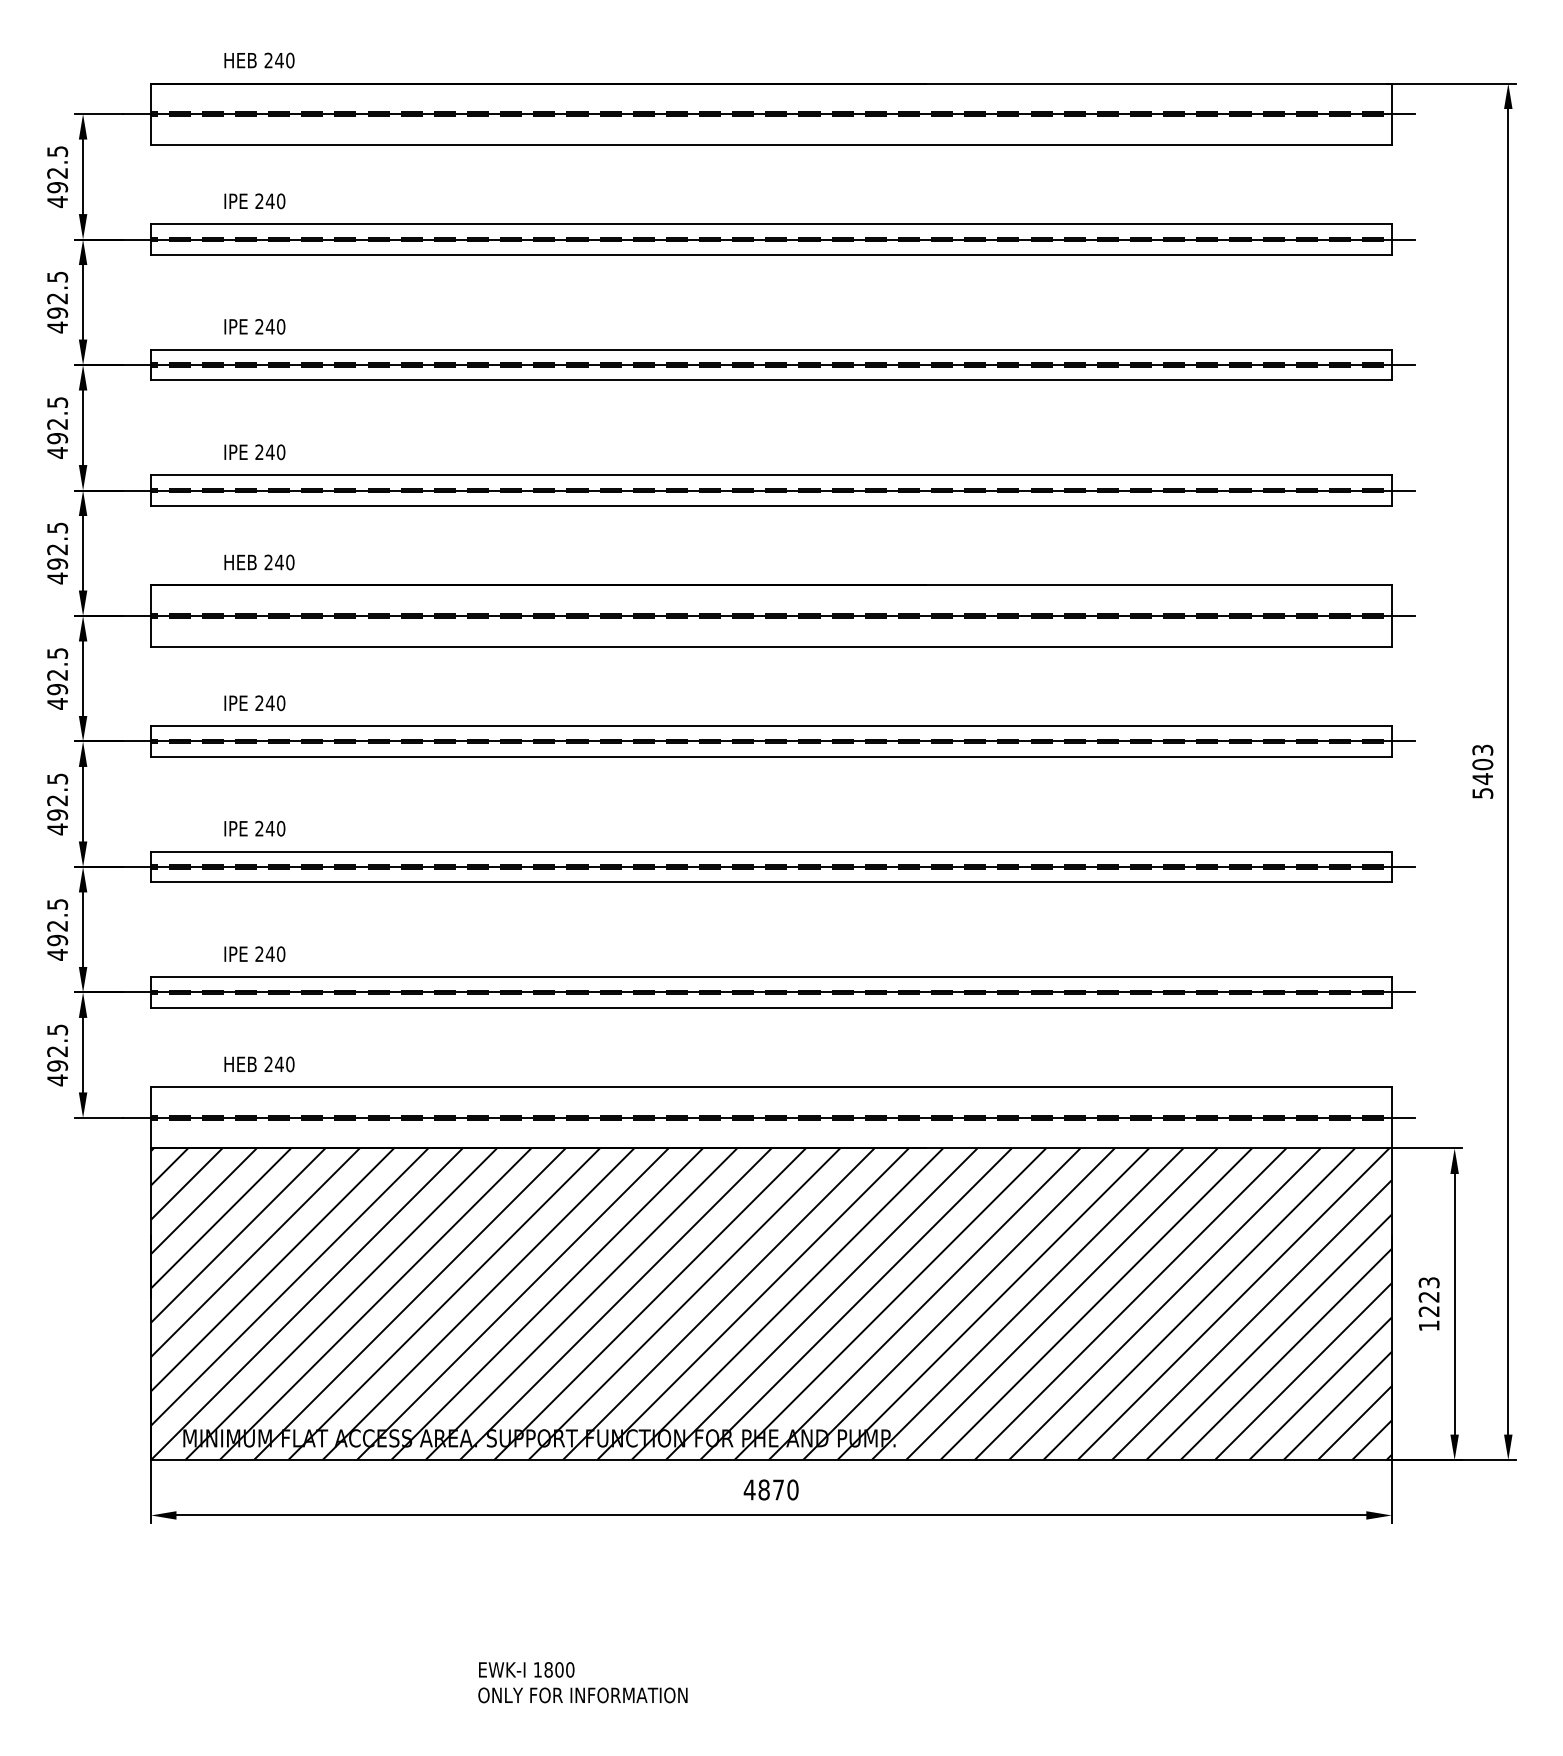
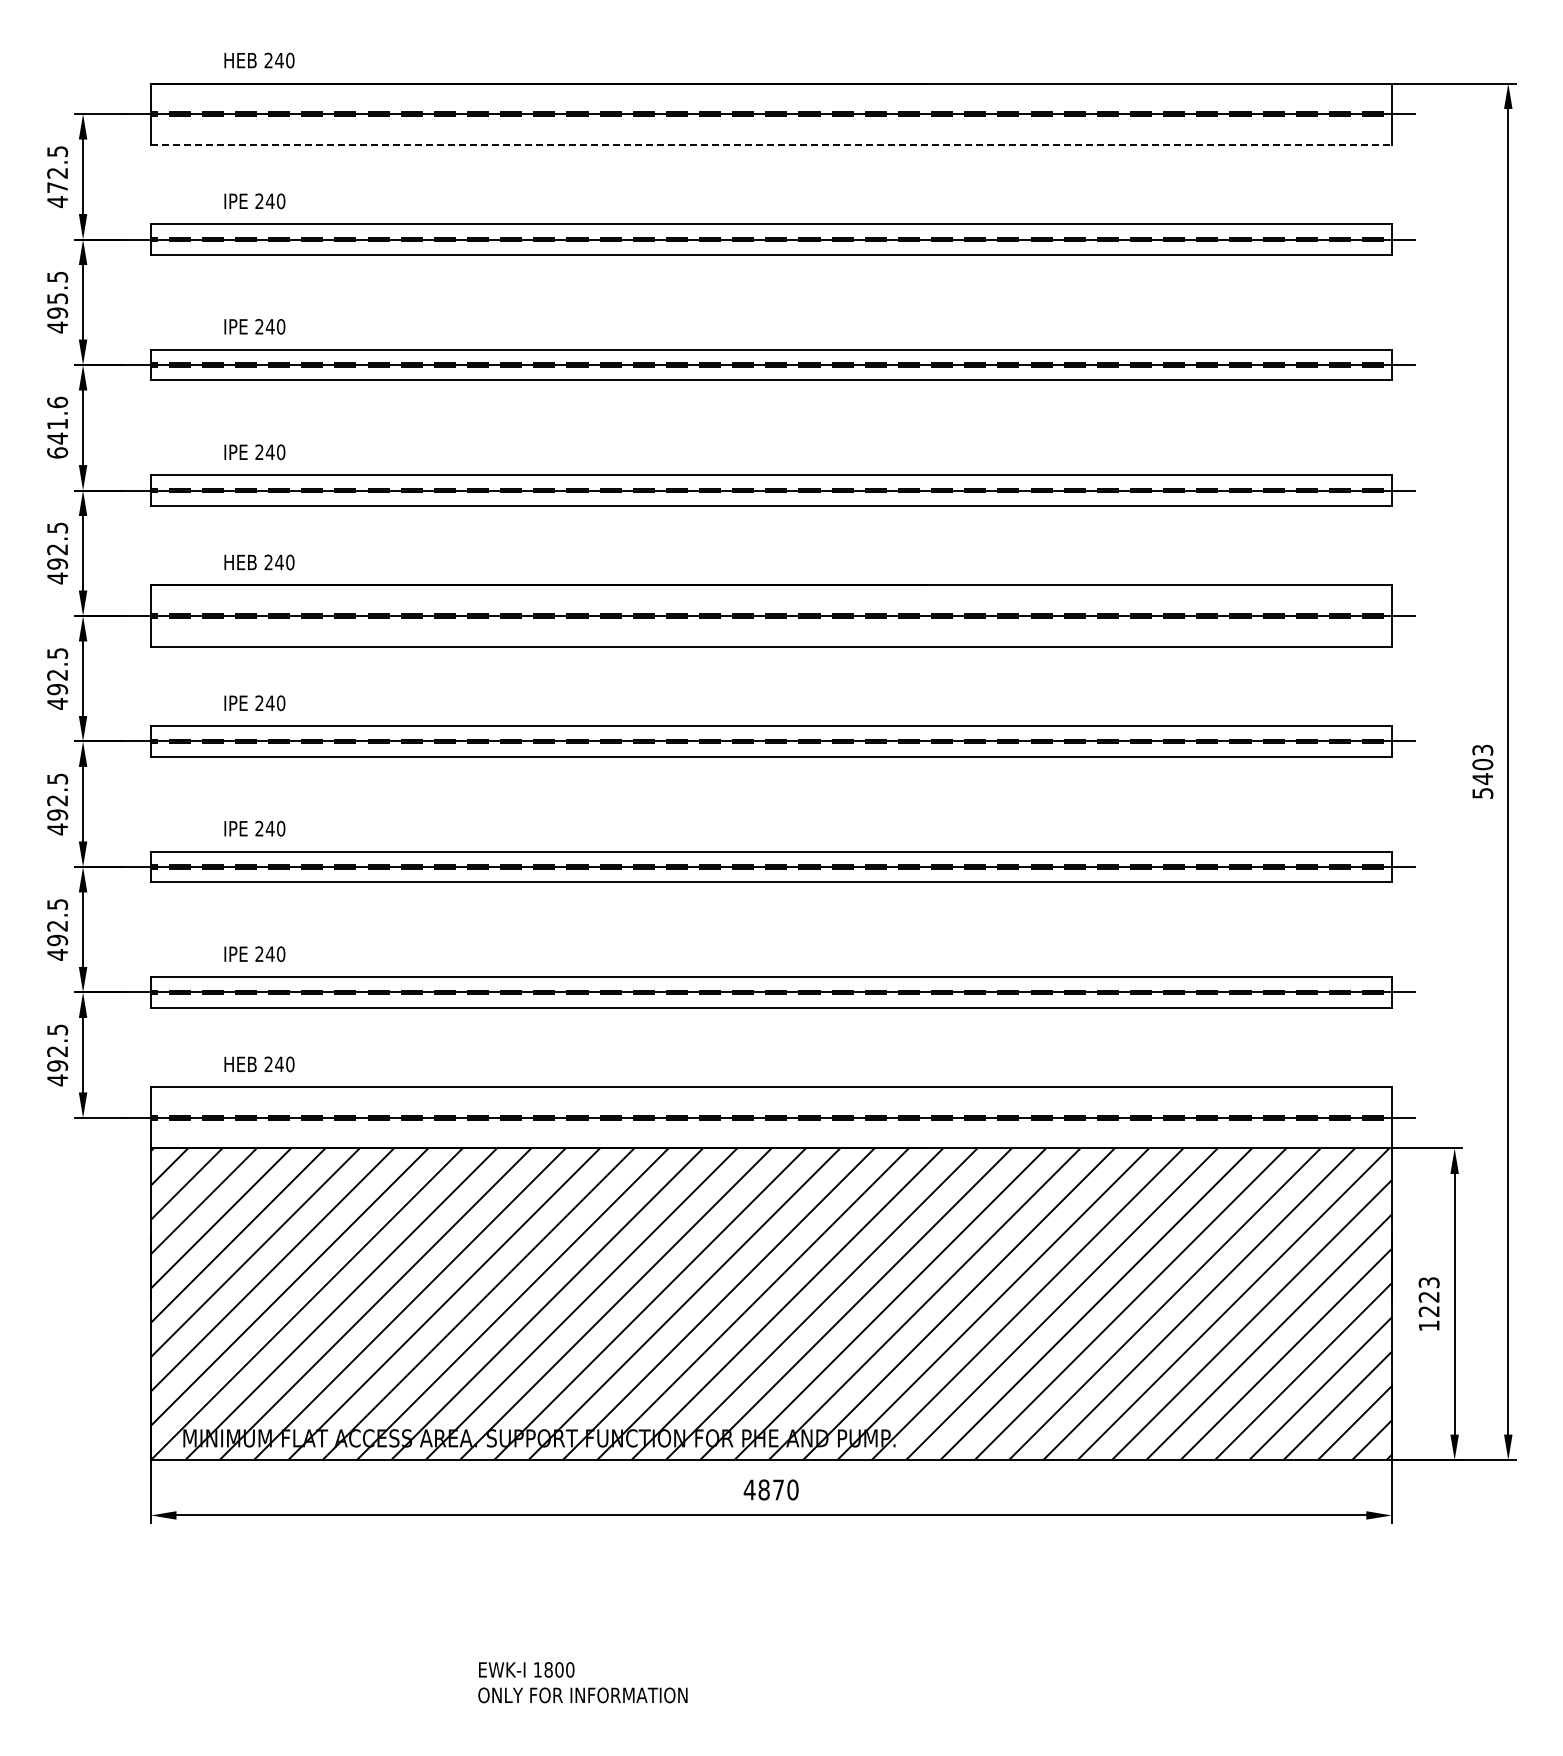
line at (771, 144): solid -> dashed
text at (57, 187): 492.5 -> 472.5
text at (57, 298): 492.5 -> 495.5
text at (57, 427): 492.5 -> 641.6
